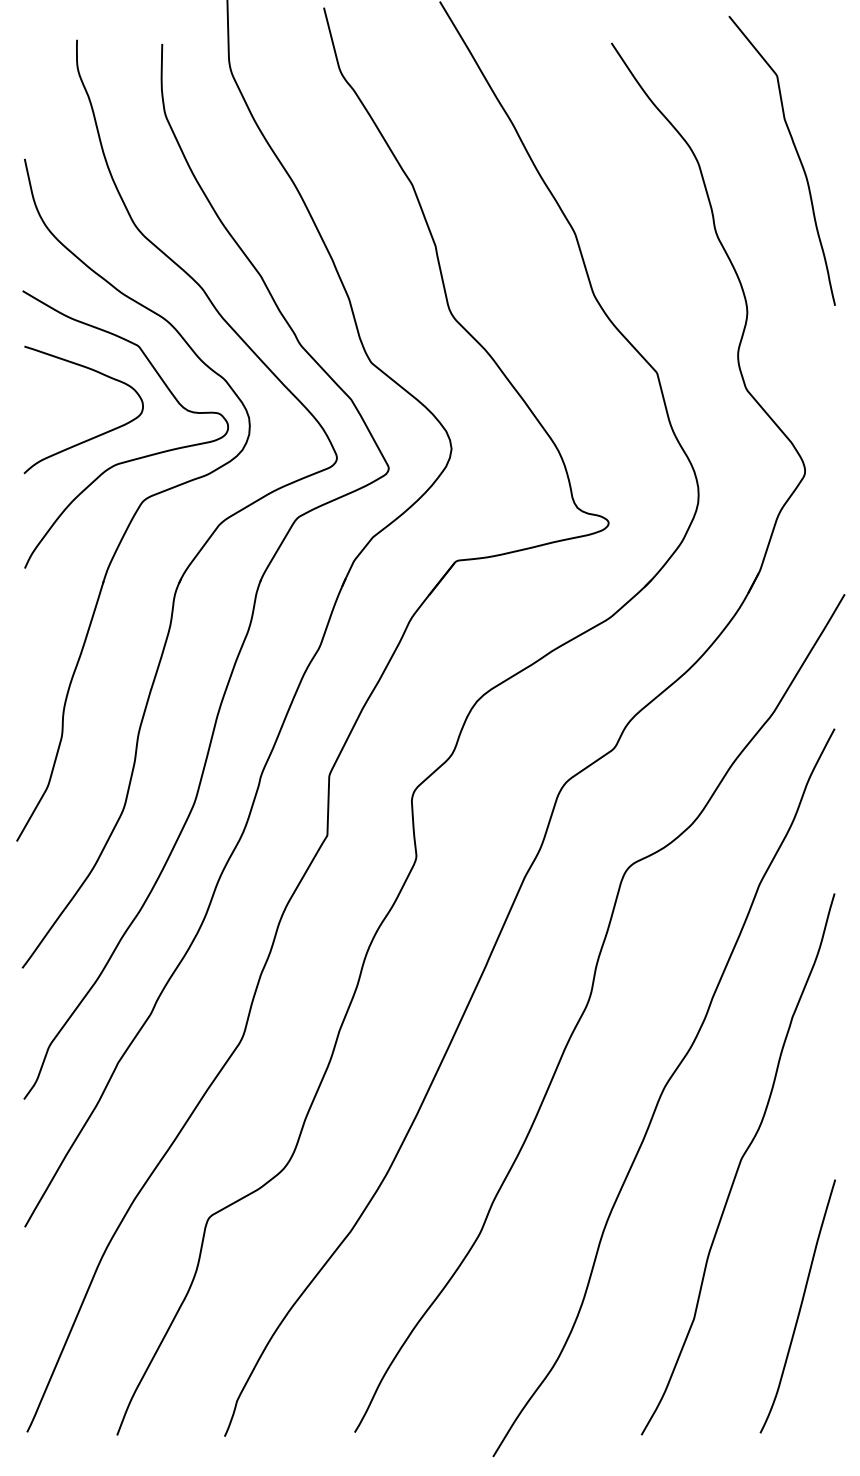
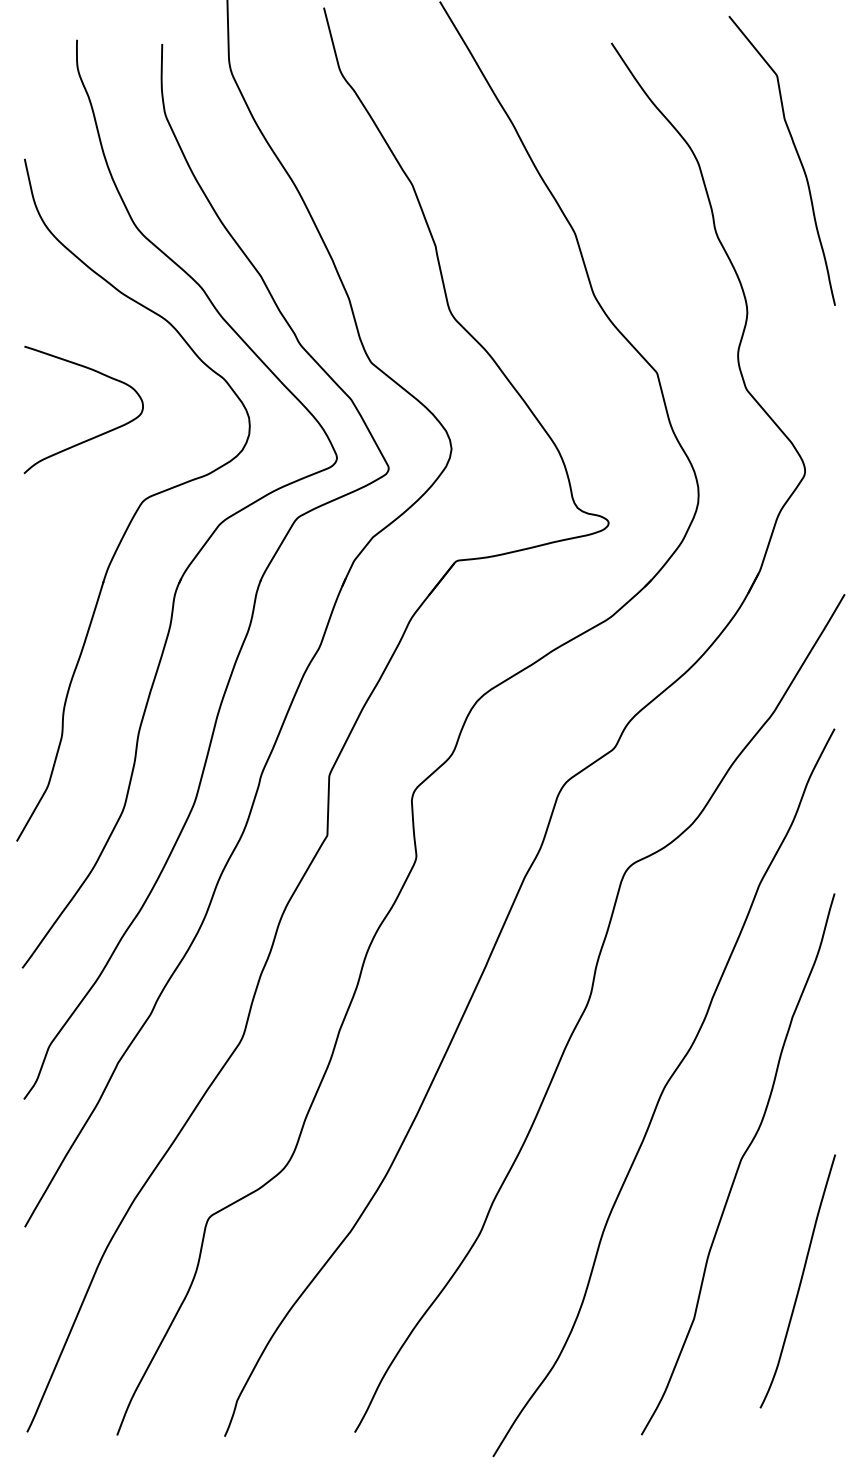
curve at (134, 458): present -> none
curve at (799, 1307) position: (799, 1307) -> (799, 1282)
